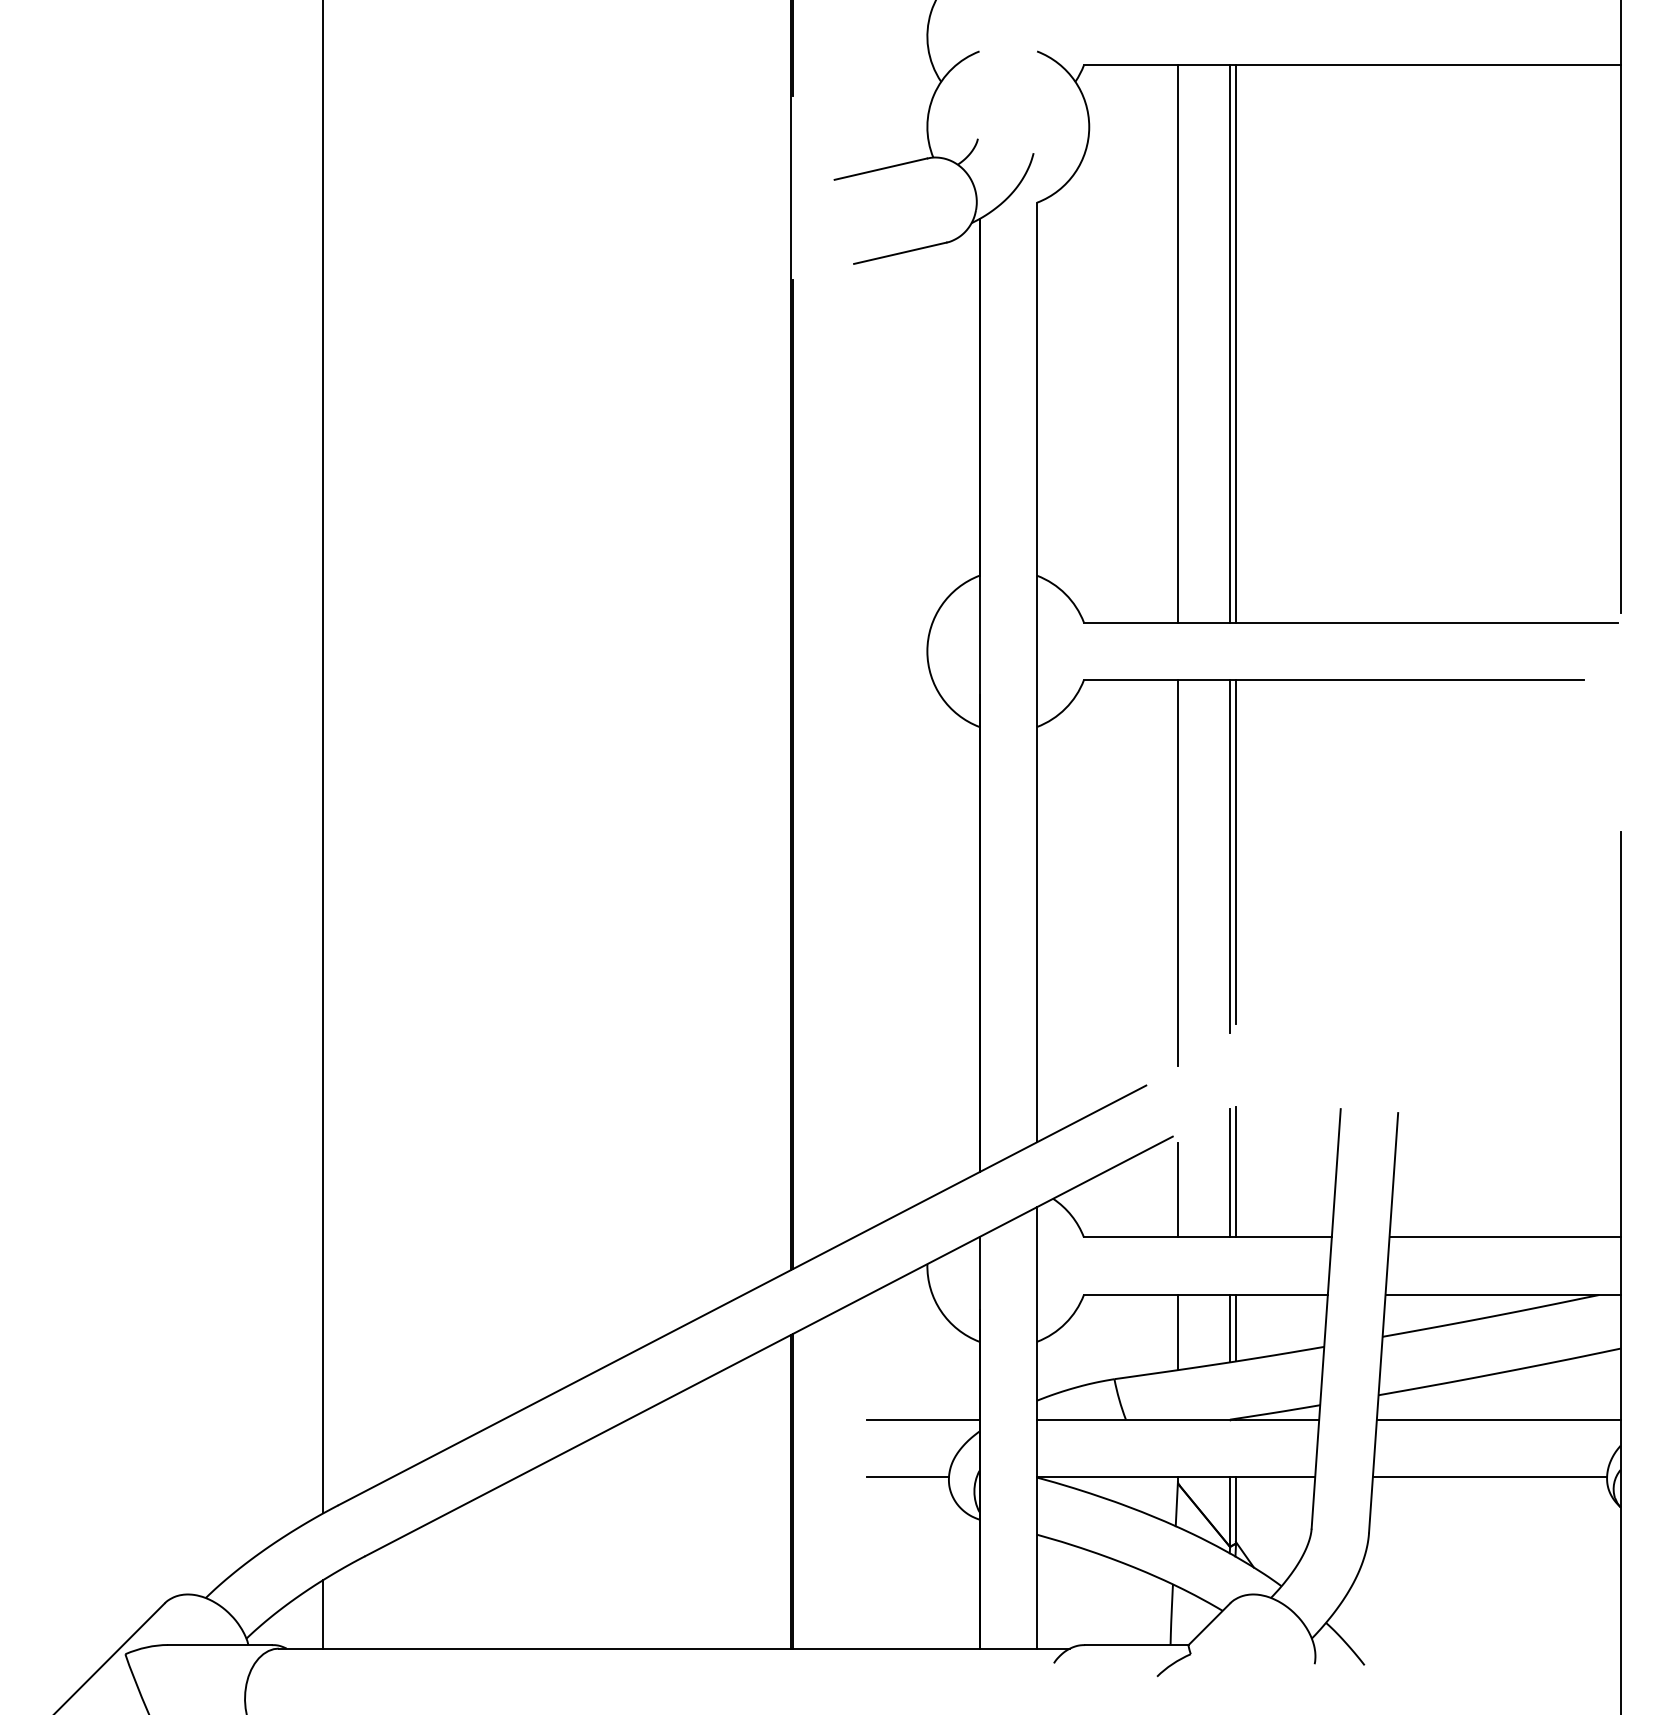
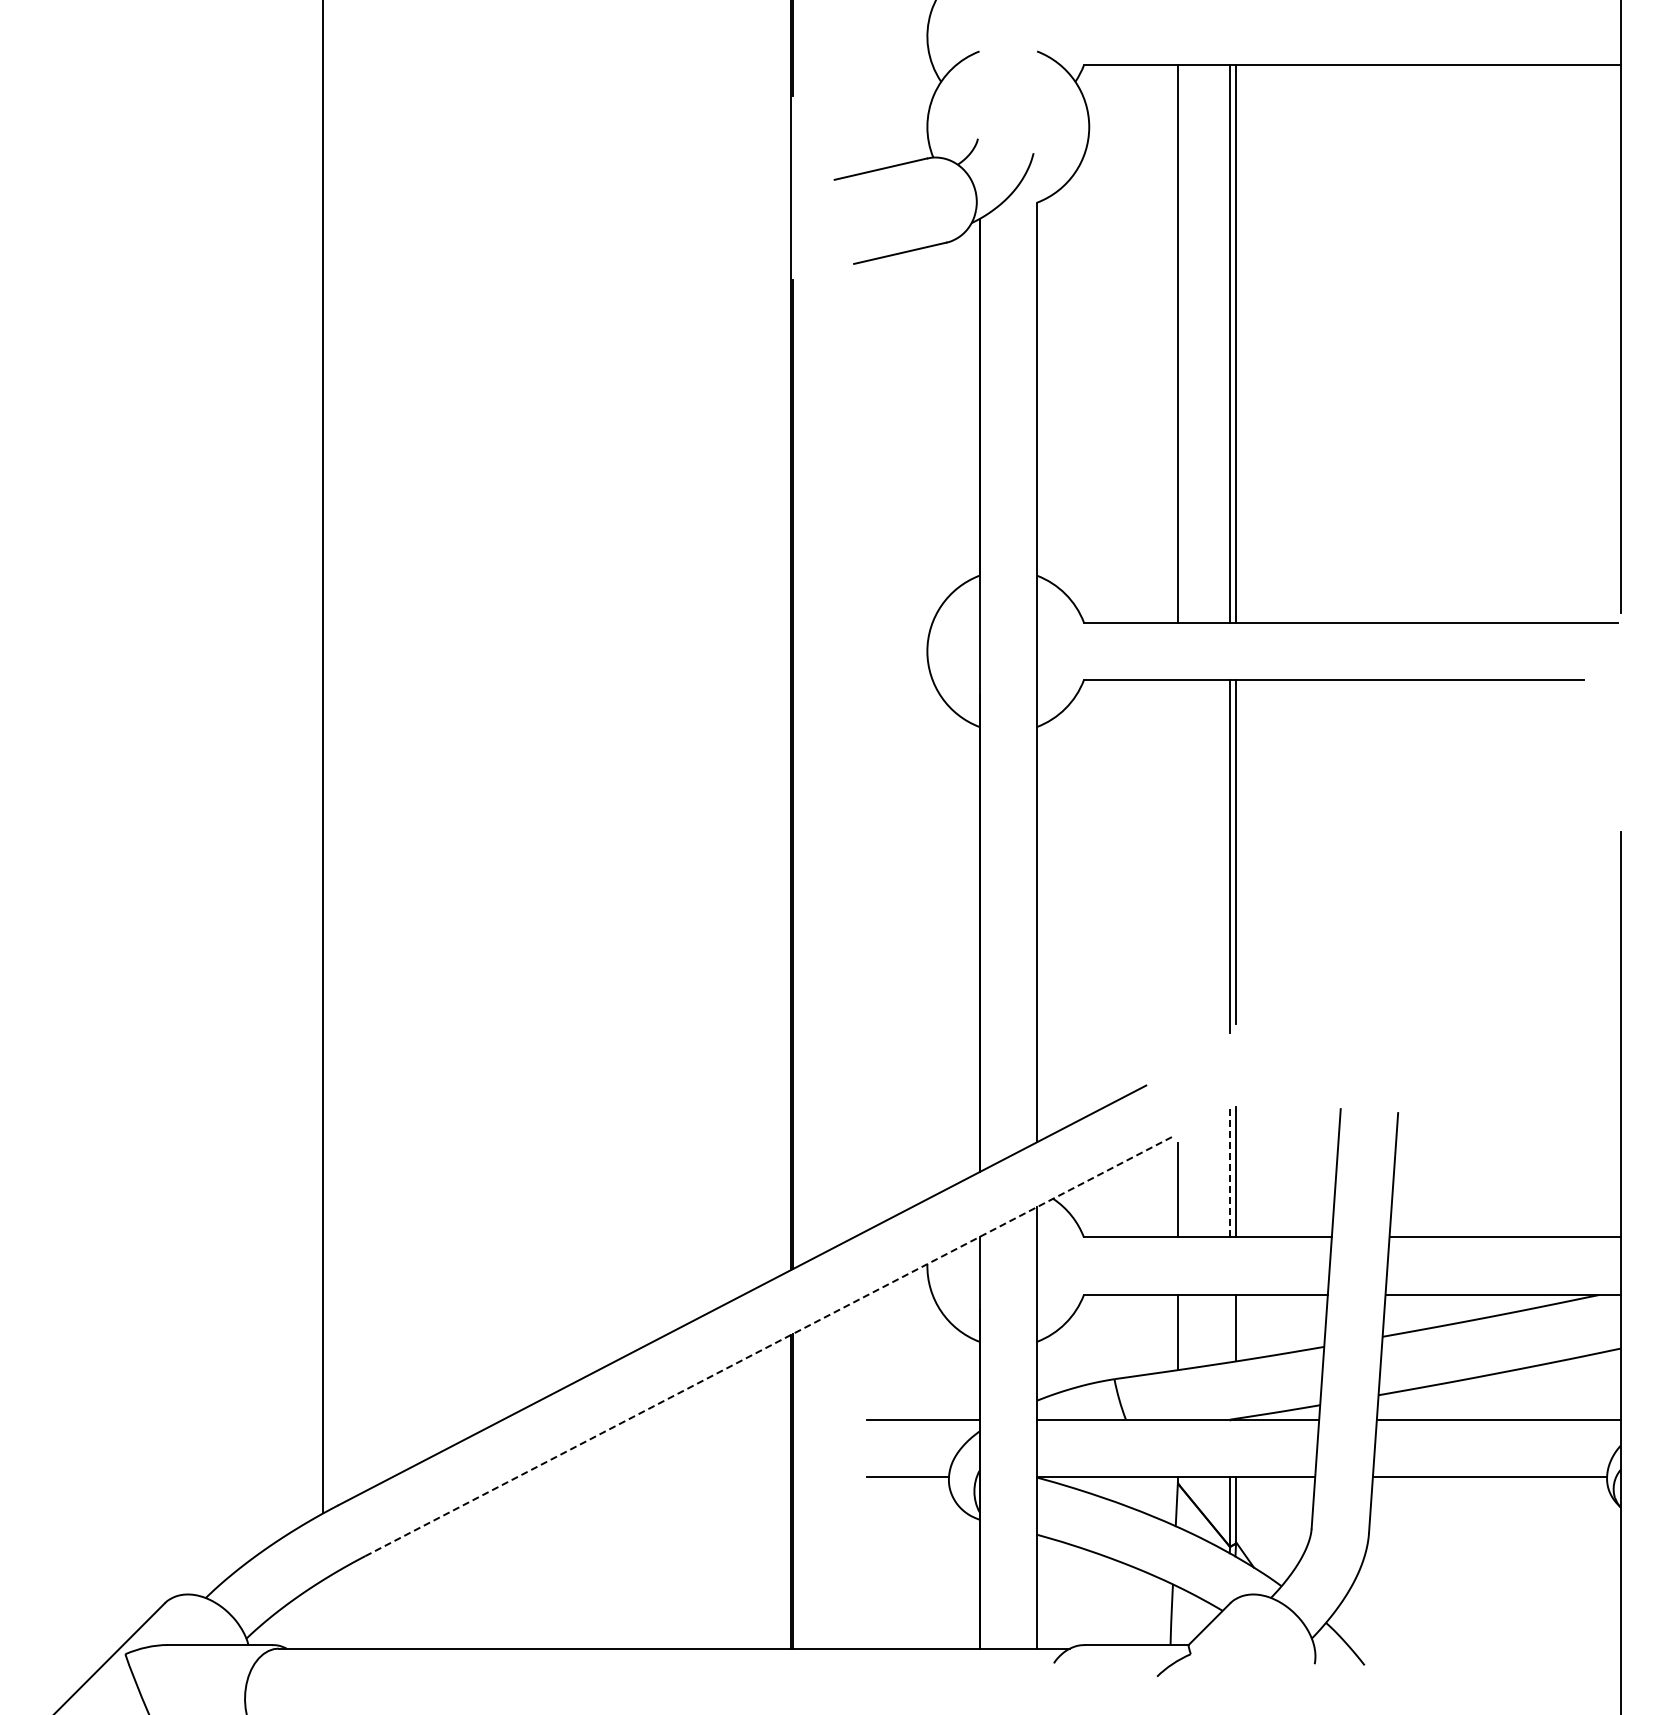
line at (1177, 873): present -> none
line at (1229, 1172): solid -> dashed
line at (1229, 1328): present -> none
line at (769, 1346): solid -> dashed
line at (323, 1614): present -> none
